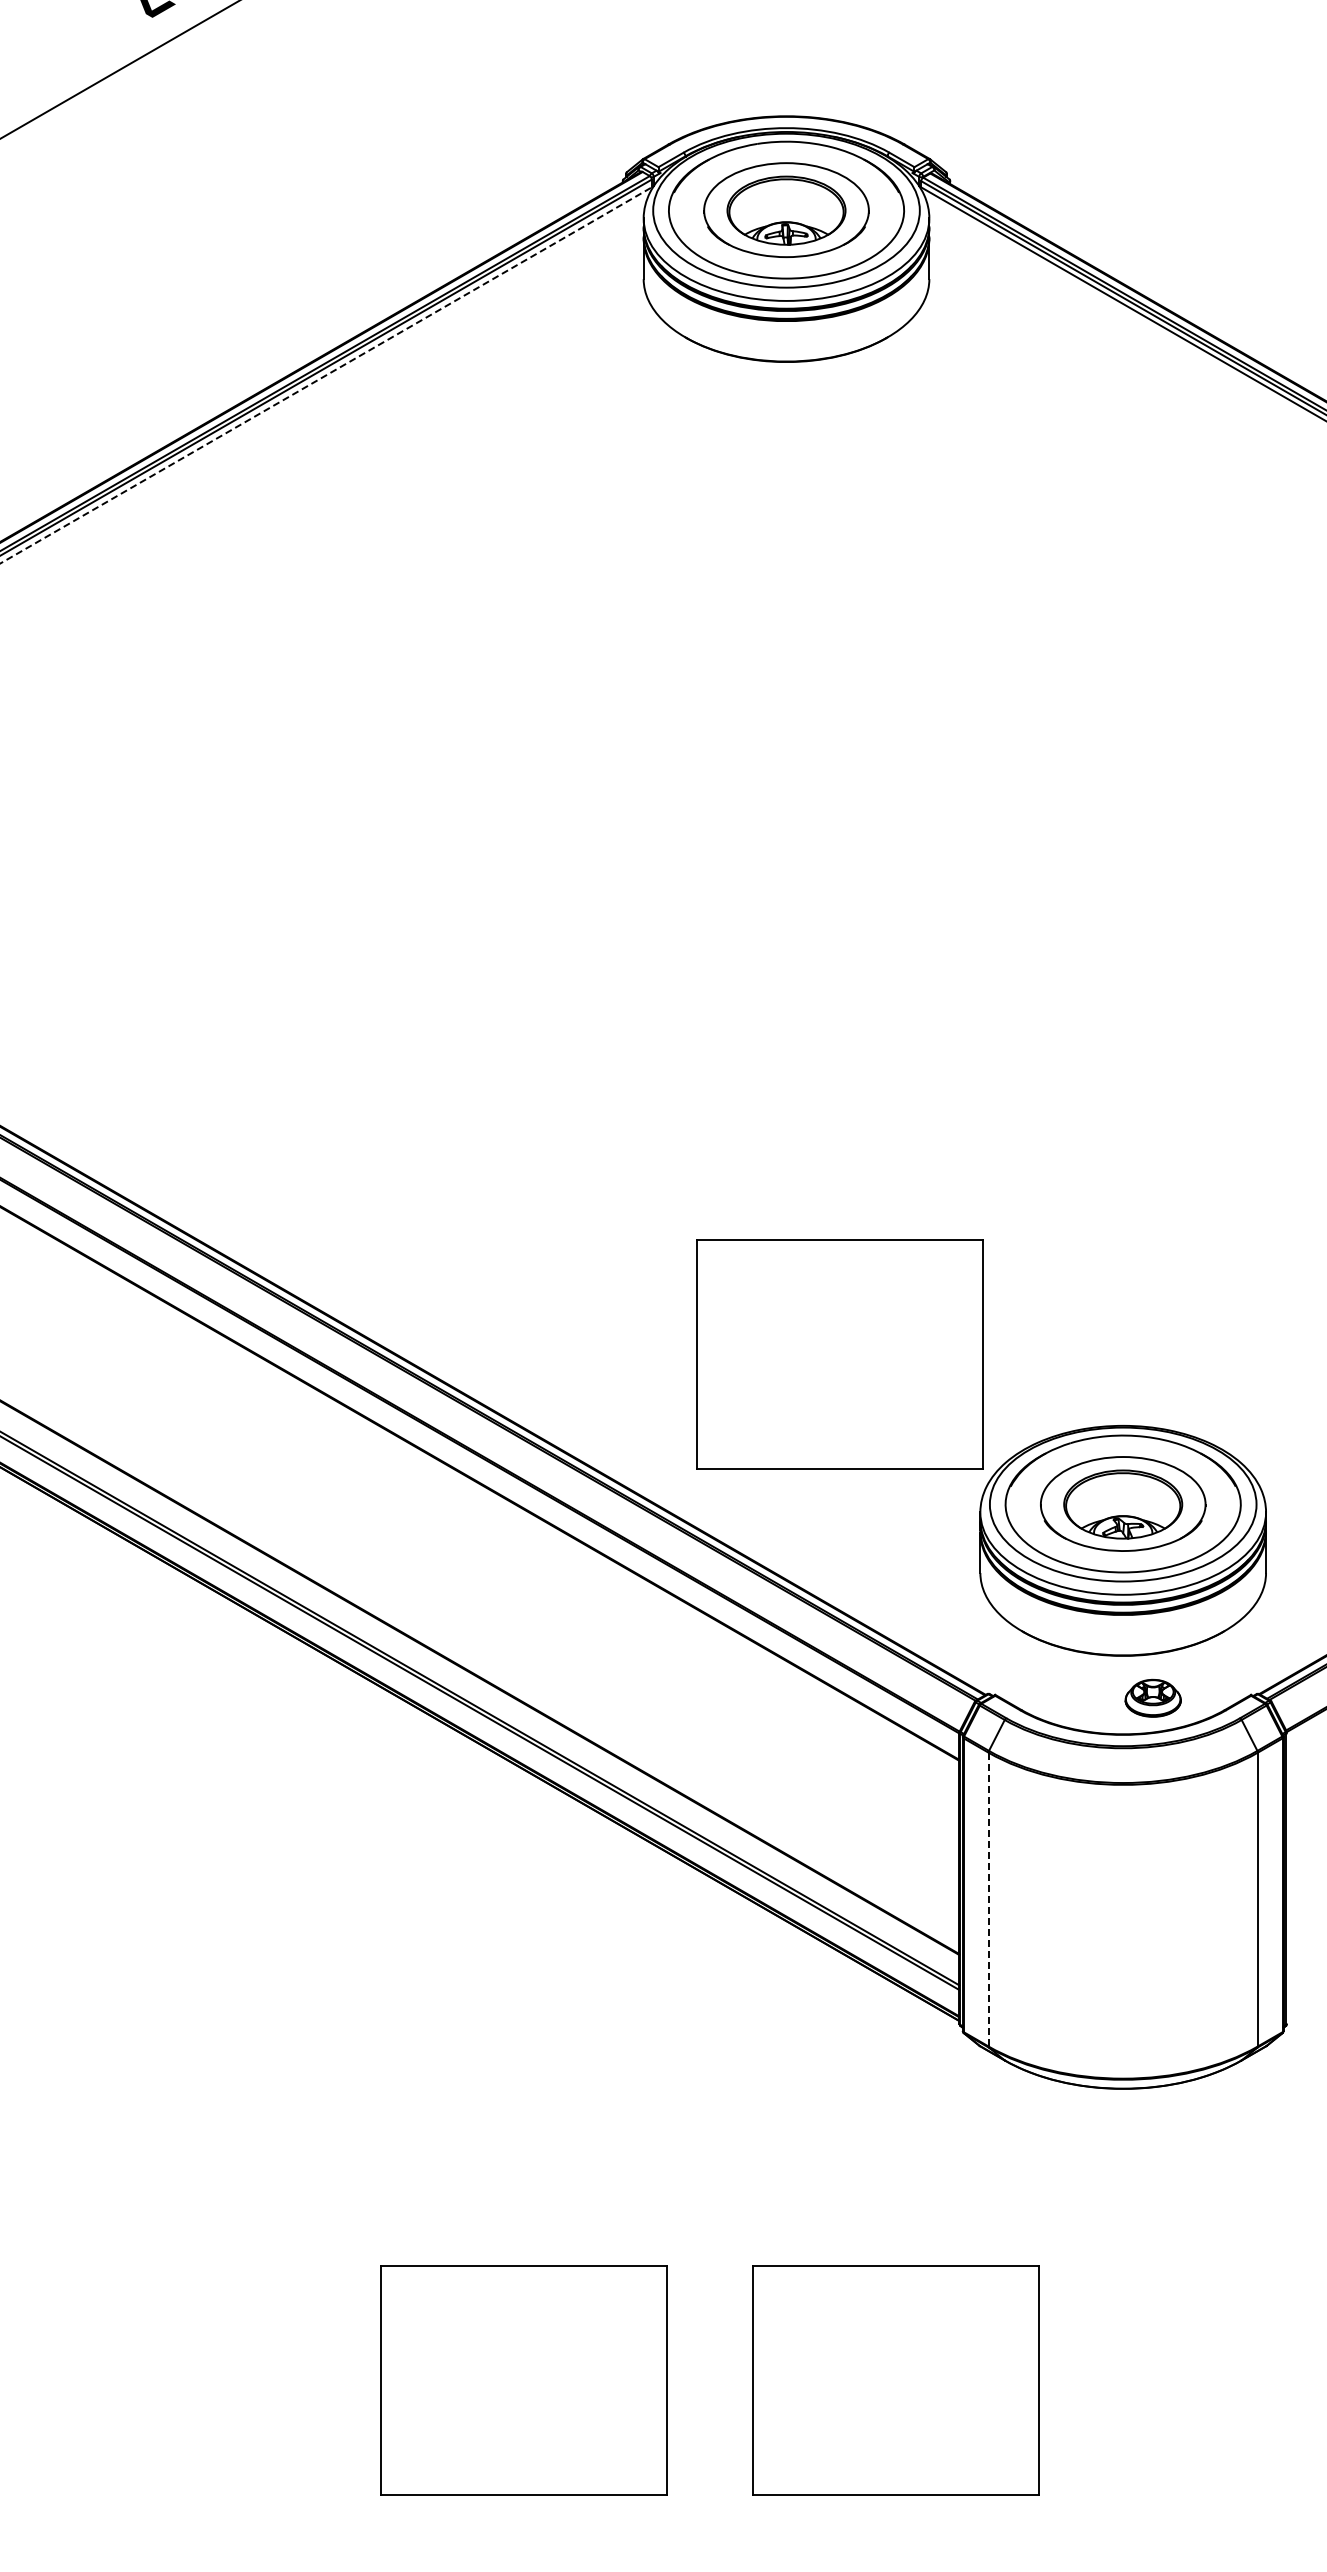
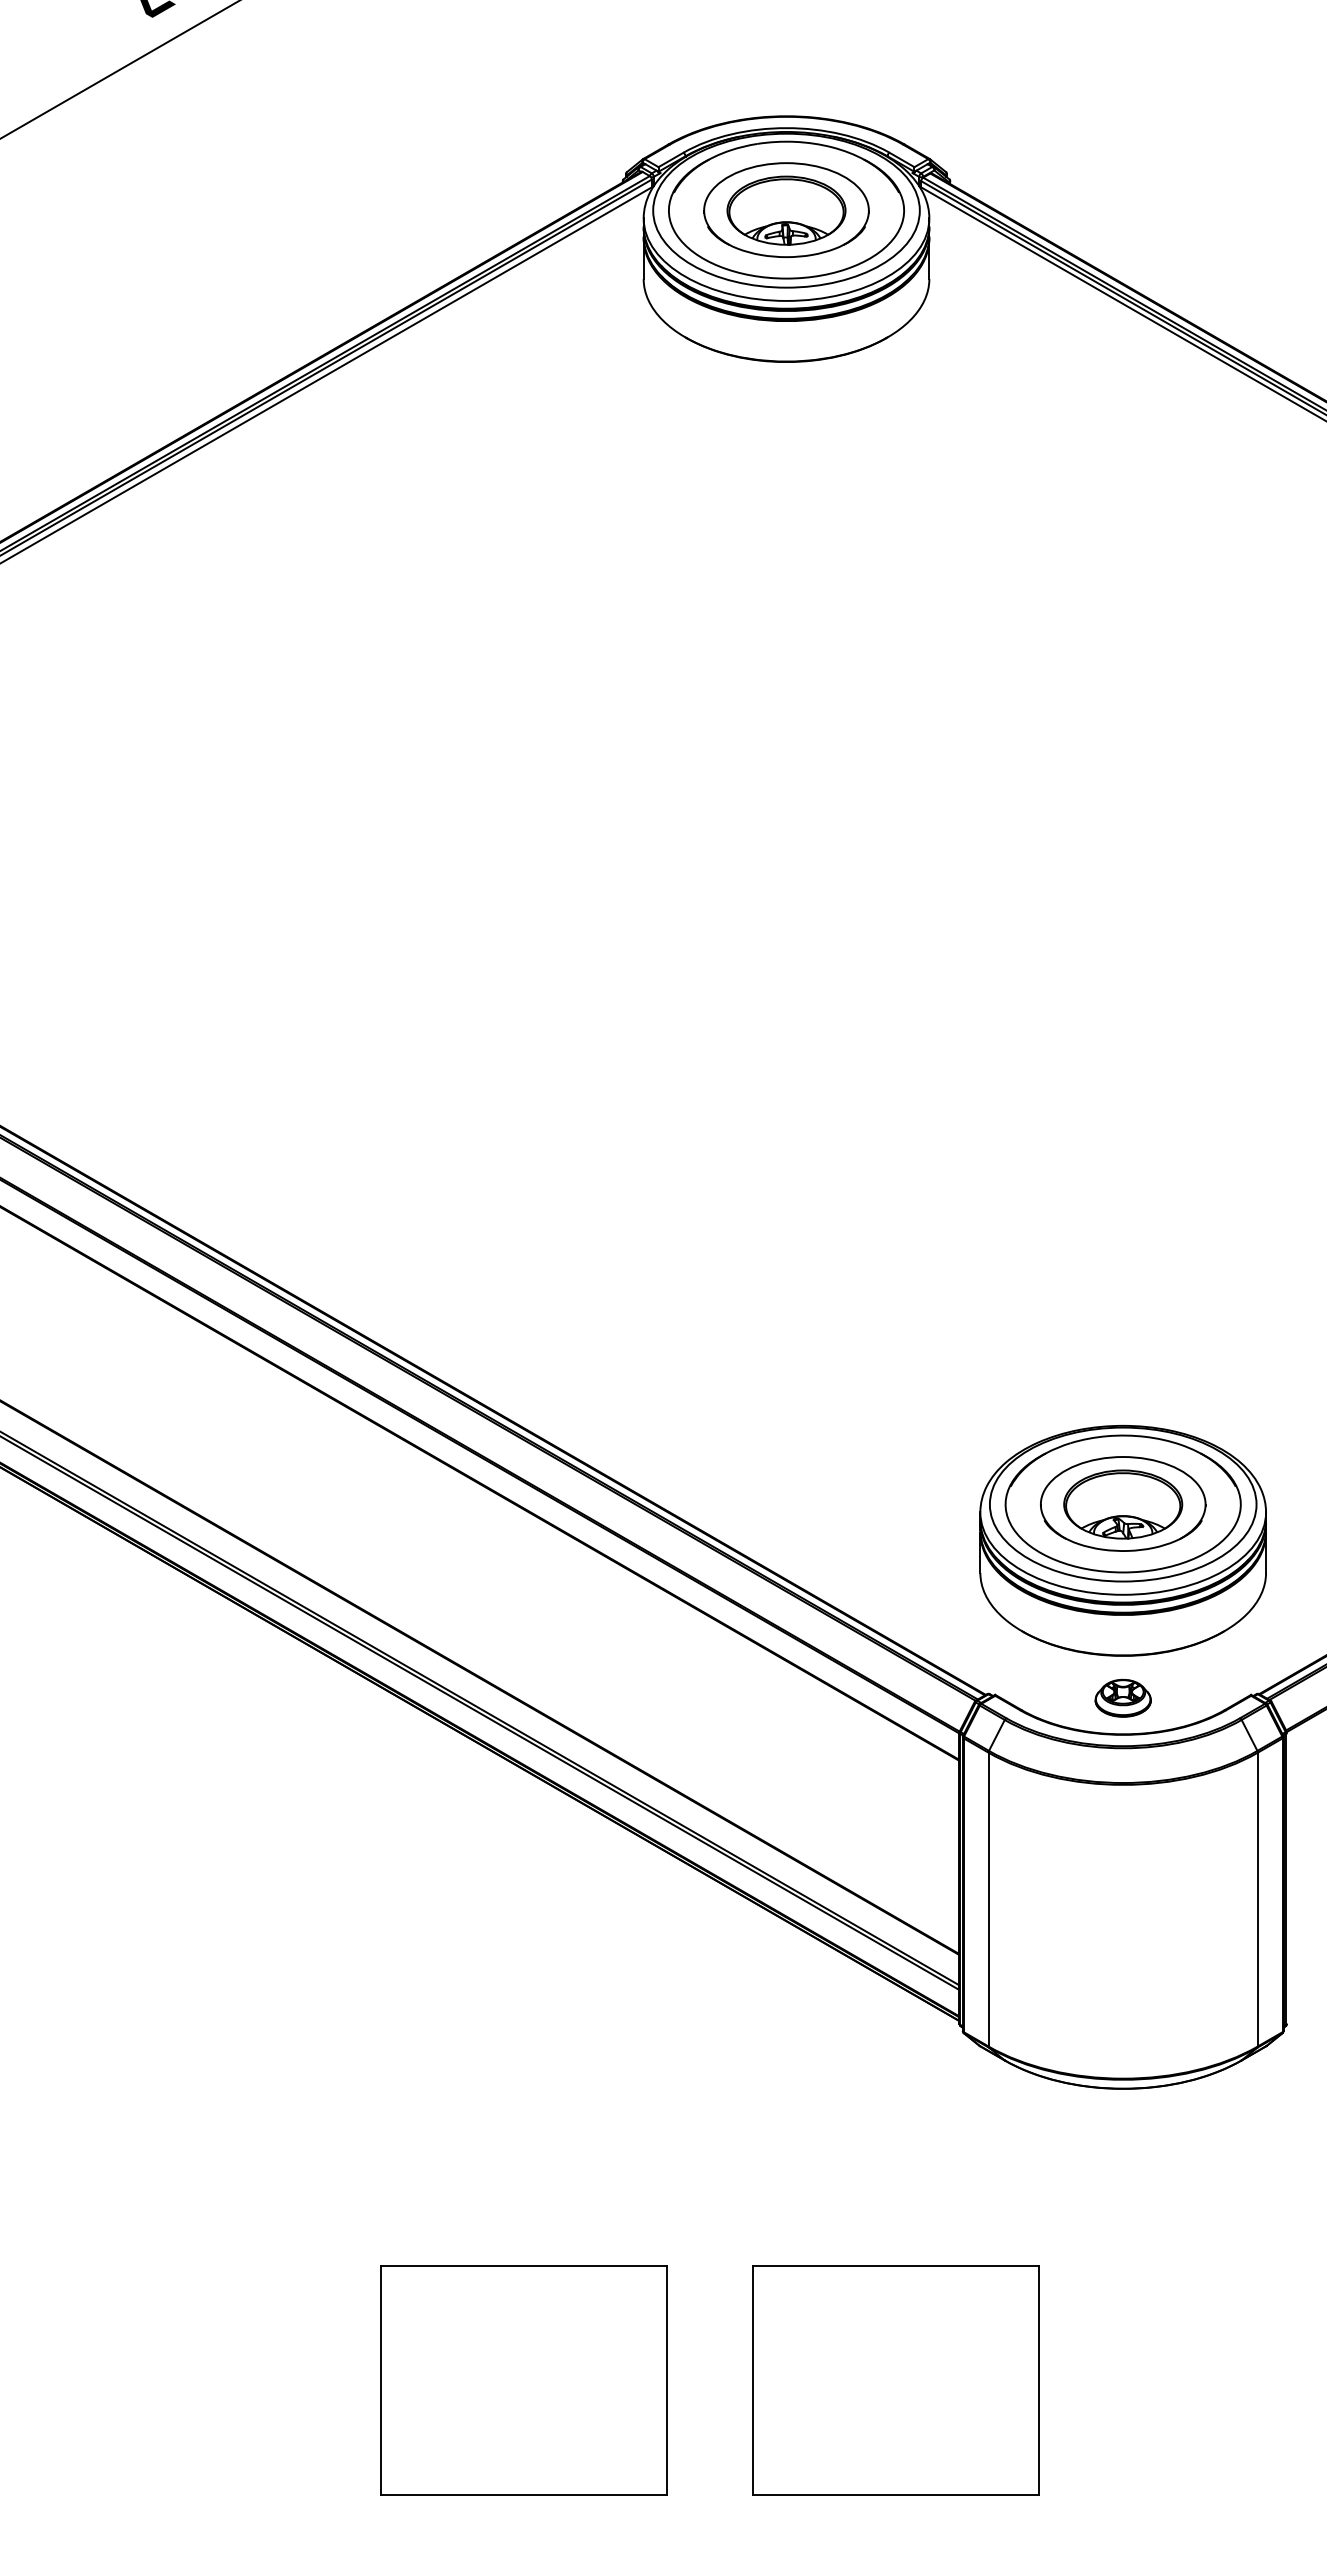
line at (327, 374): dashed -> solid
part at (839, 1354): present -> none
part at (1152, 1697) position: (1152, 1697) -> (1122, 1697)
line at (988, 1899): dashed -> solid
